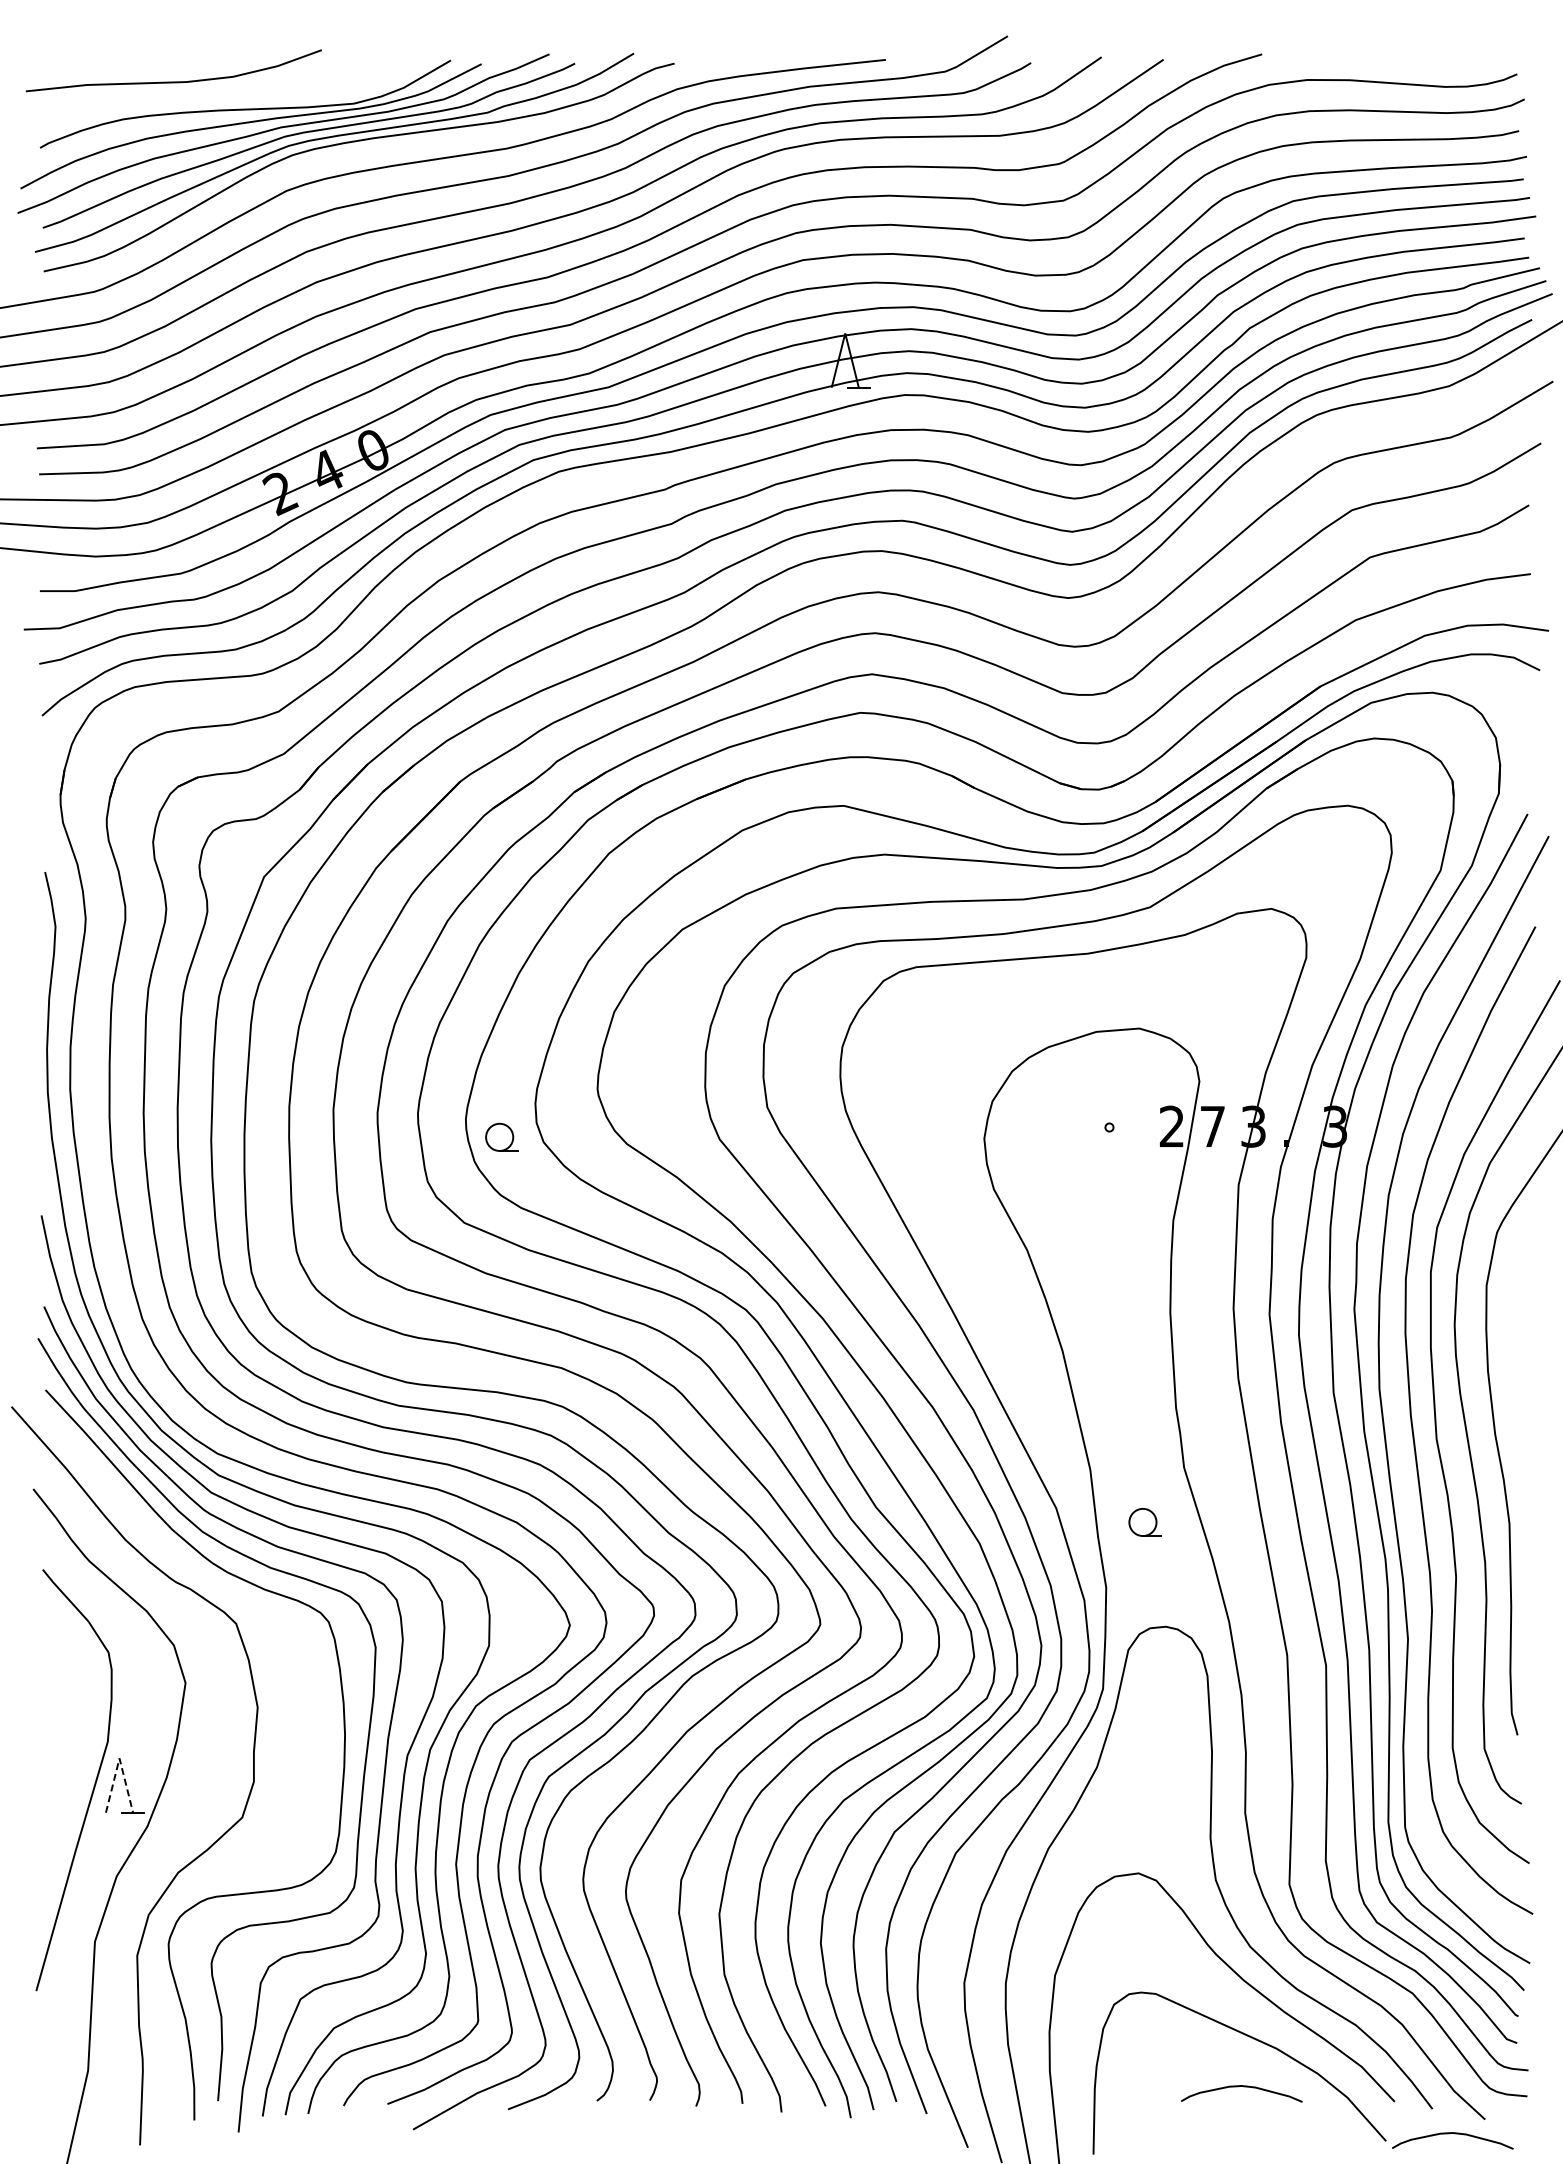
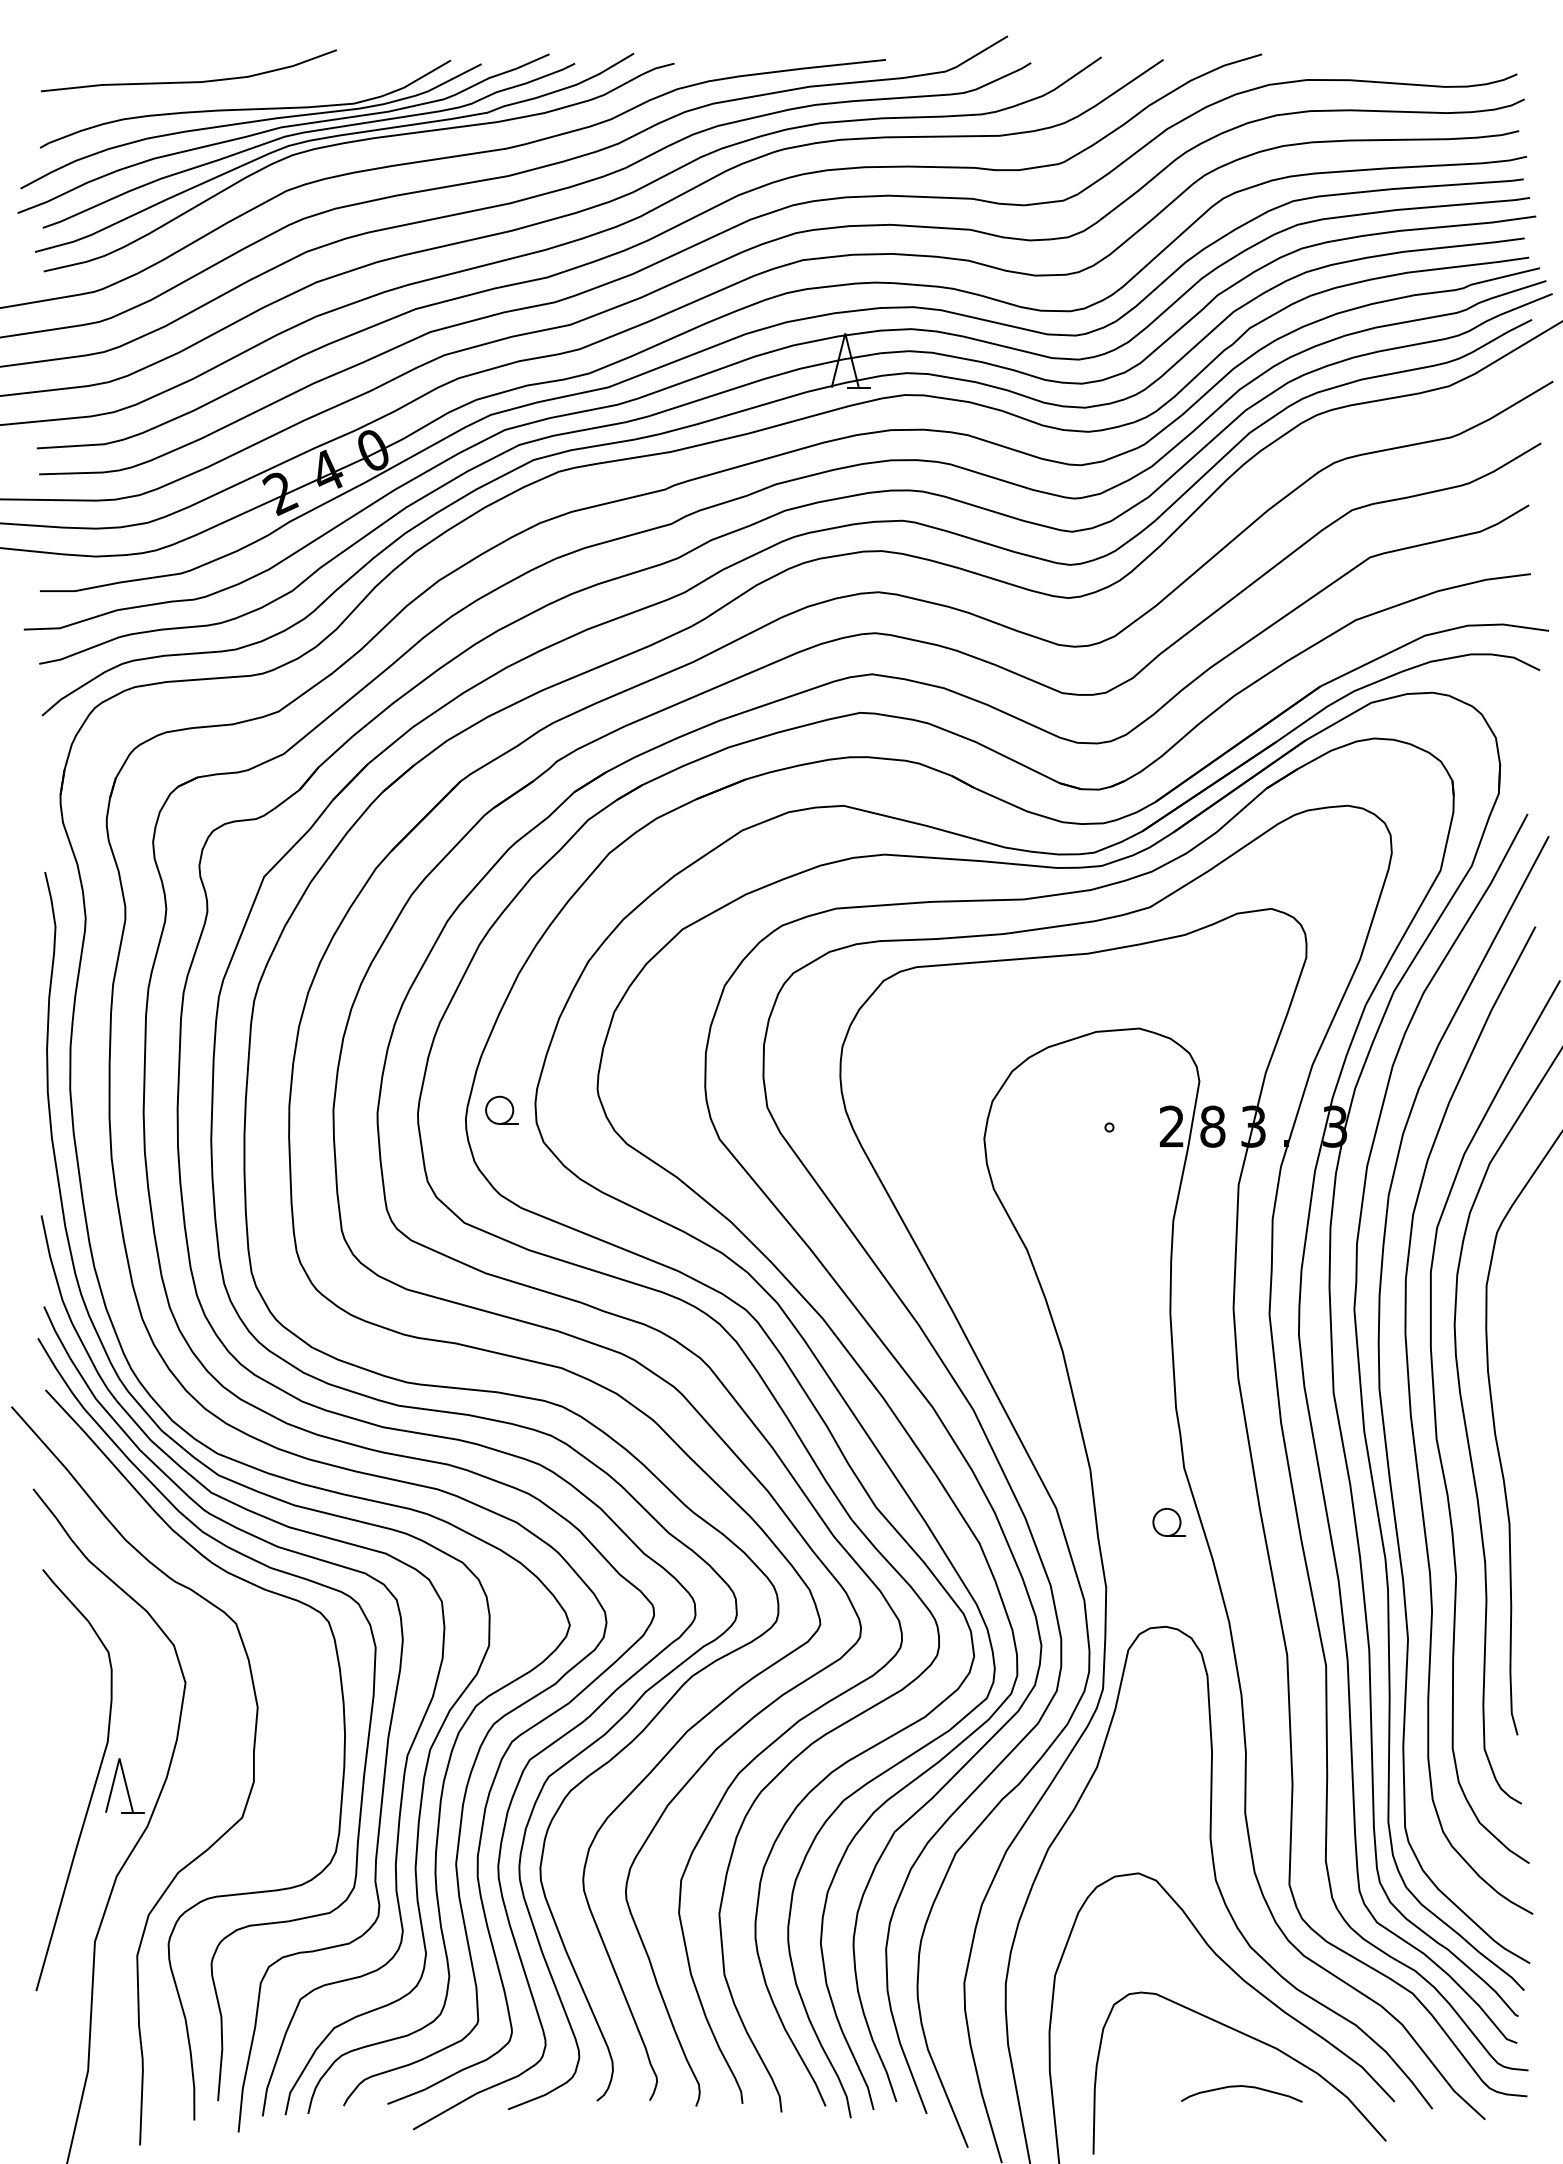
curve at (173, 81) position: (173, 81) -> (188, 81)
text at (1212, 1126): 7 -> 8
part at (501, 1136) position: (501, 1136) -> (501, 1109)
part at (1144, 1522) position: (1144, 1522) -> (1168, 1522)
line at (119, 1758): dashed -> solid
curve at (1454, 2134): present -> none
